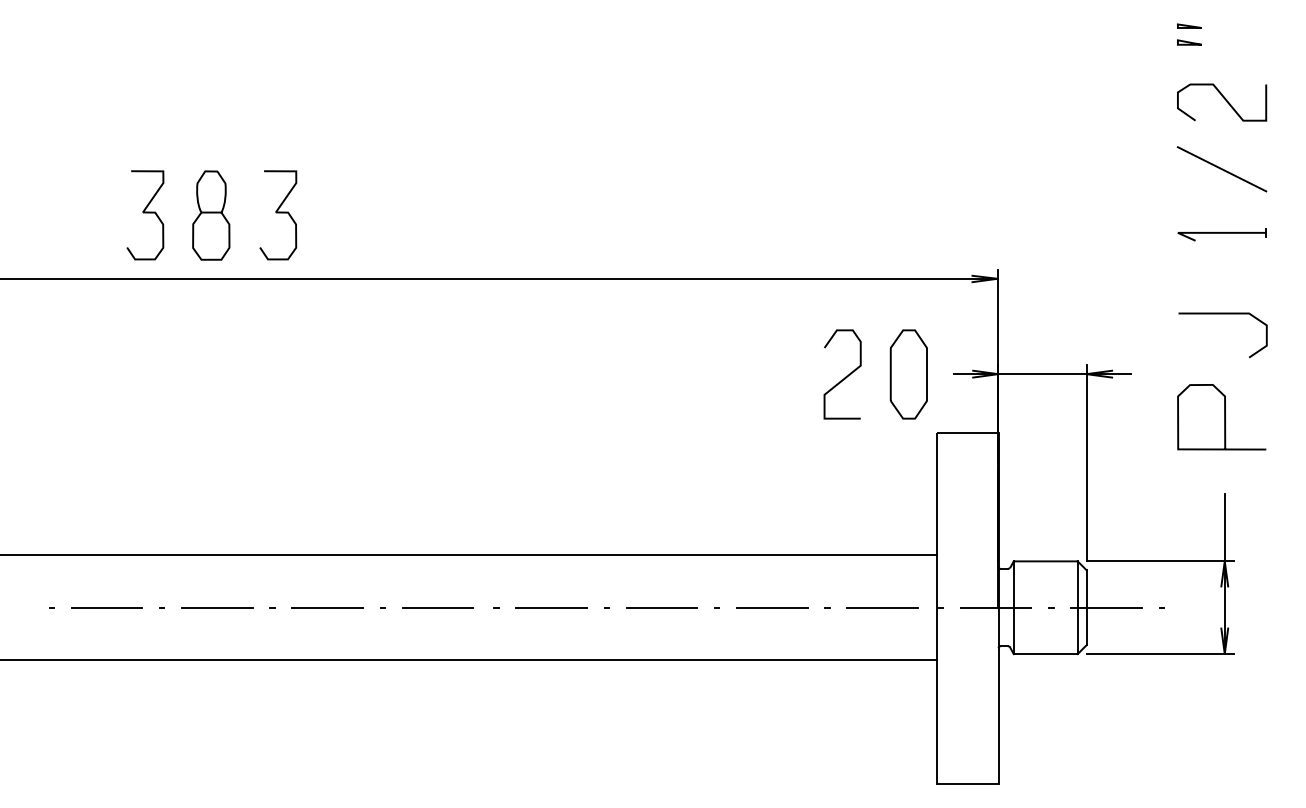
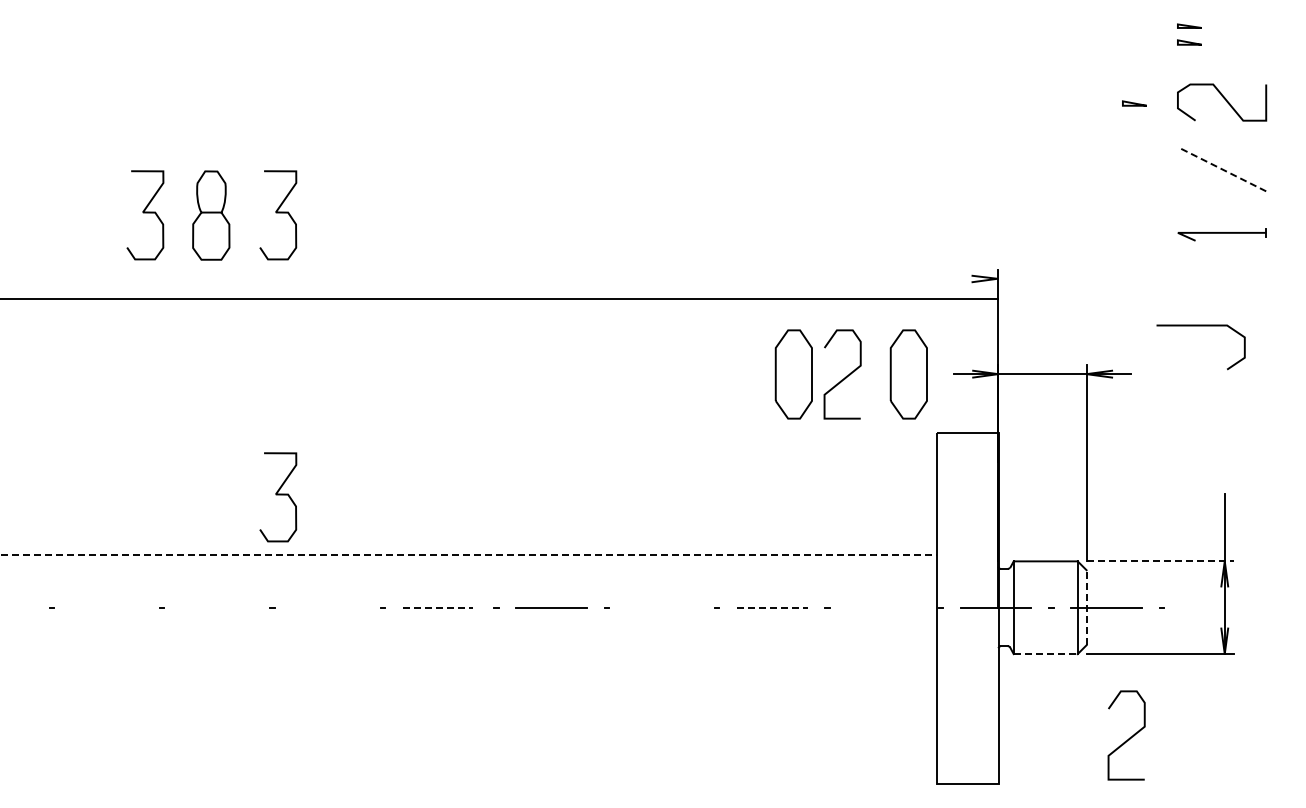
part at (1134, 103): none -> present
line at (1221, 169): solid -> dashed
line at (499, 278) position: (499, 278) -> (499, 298)
line at (1222, 314) position: (1222, 314) -> (1200, 326)
part at (793, 374): none -> present
curve at (1224, 417): present -> none
curve at (278, 495): none -> present
line at (468, 554): solid -> dashed
line at (1160, 561): solid -> dashed
line at (106, 607): present -> none
line at (217, 607): present -> none
line at (327, 607): present -> none
line at (438, 607): solid -> dashed
line at (661, 607): present -> none
line at (772, 607): solid -> dashed
line at (882, 607): present -> none
line at (1086, 607): solid -> dashed
line at (1046, 654): solid -> dashed
line at (469, 660): present -> none
curve at (1129, 737): none -> present
